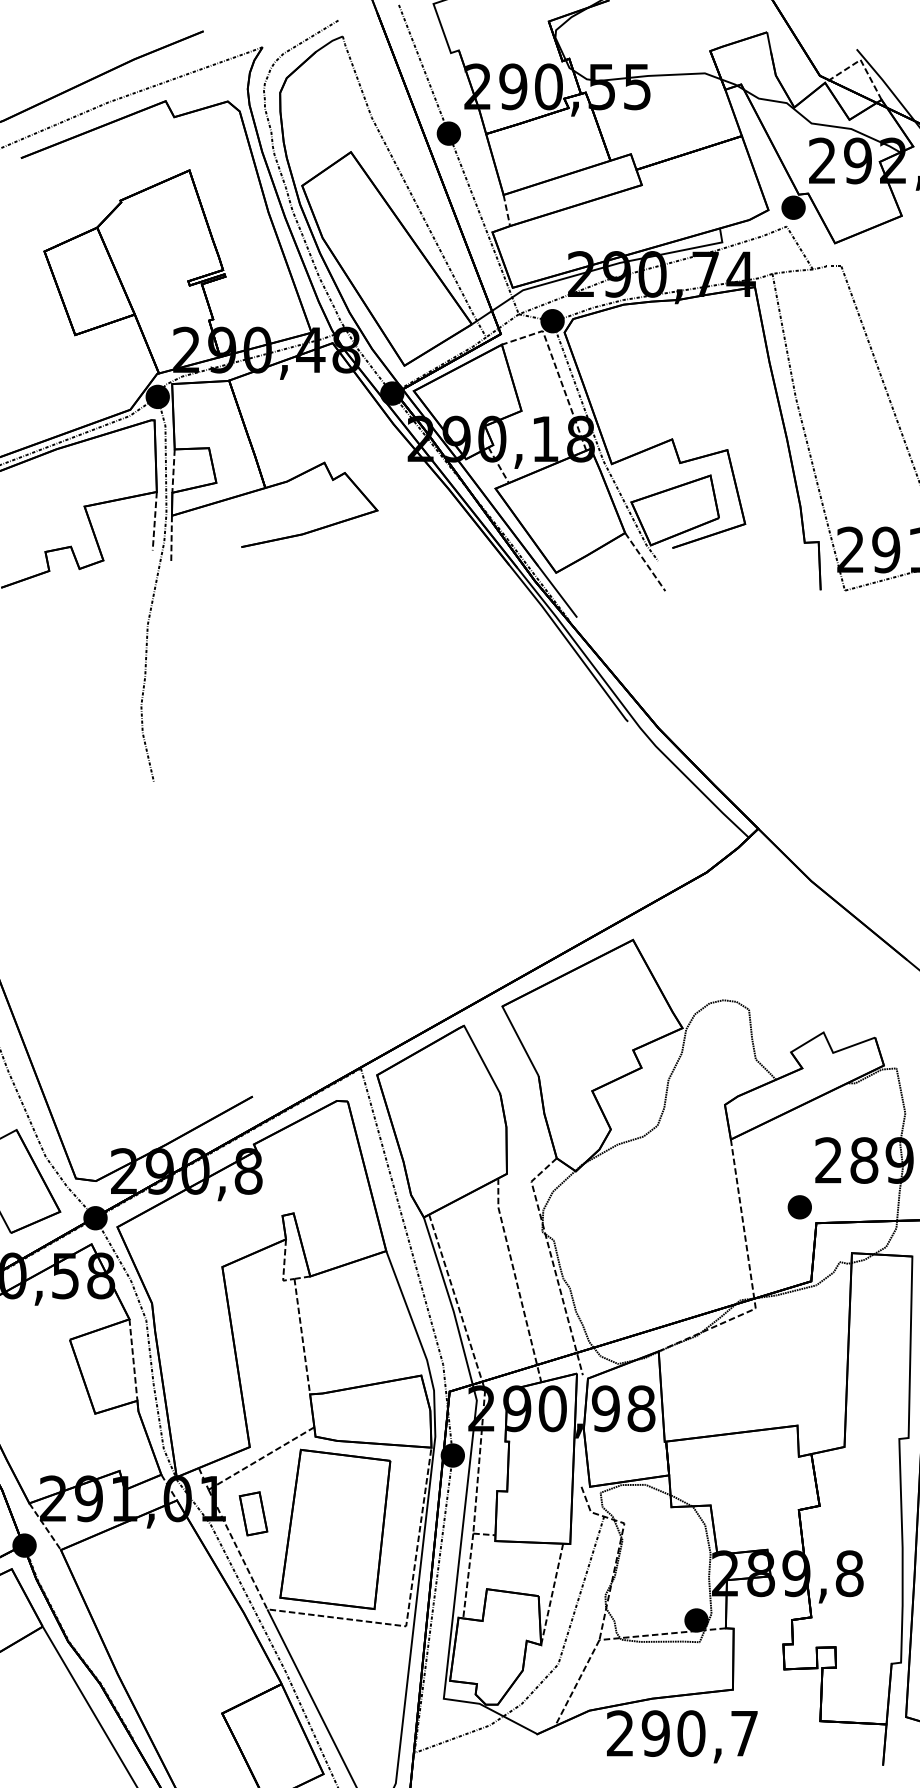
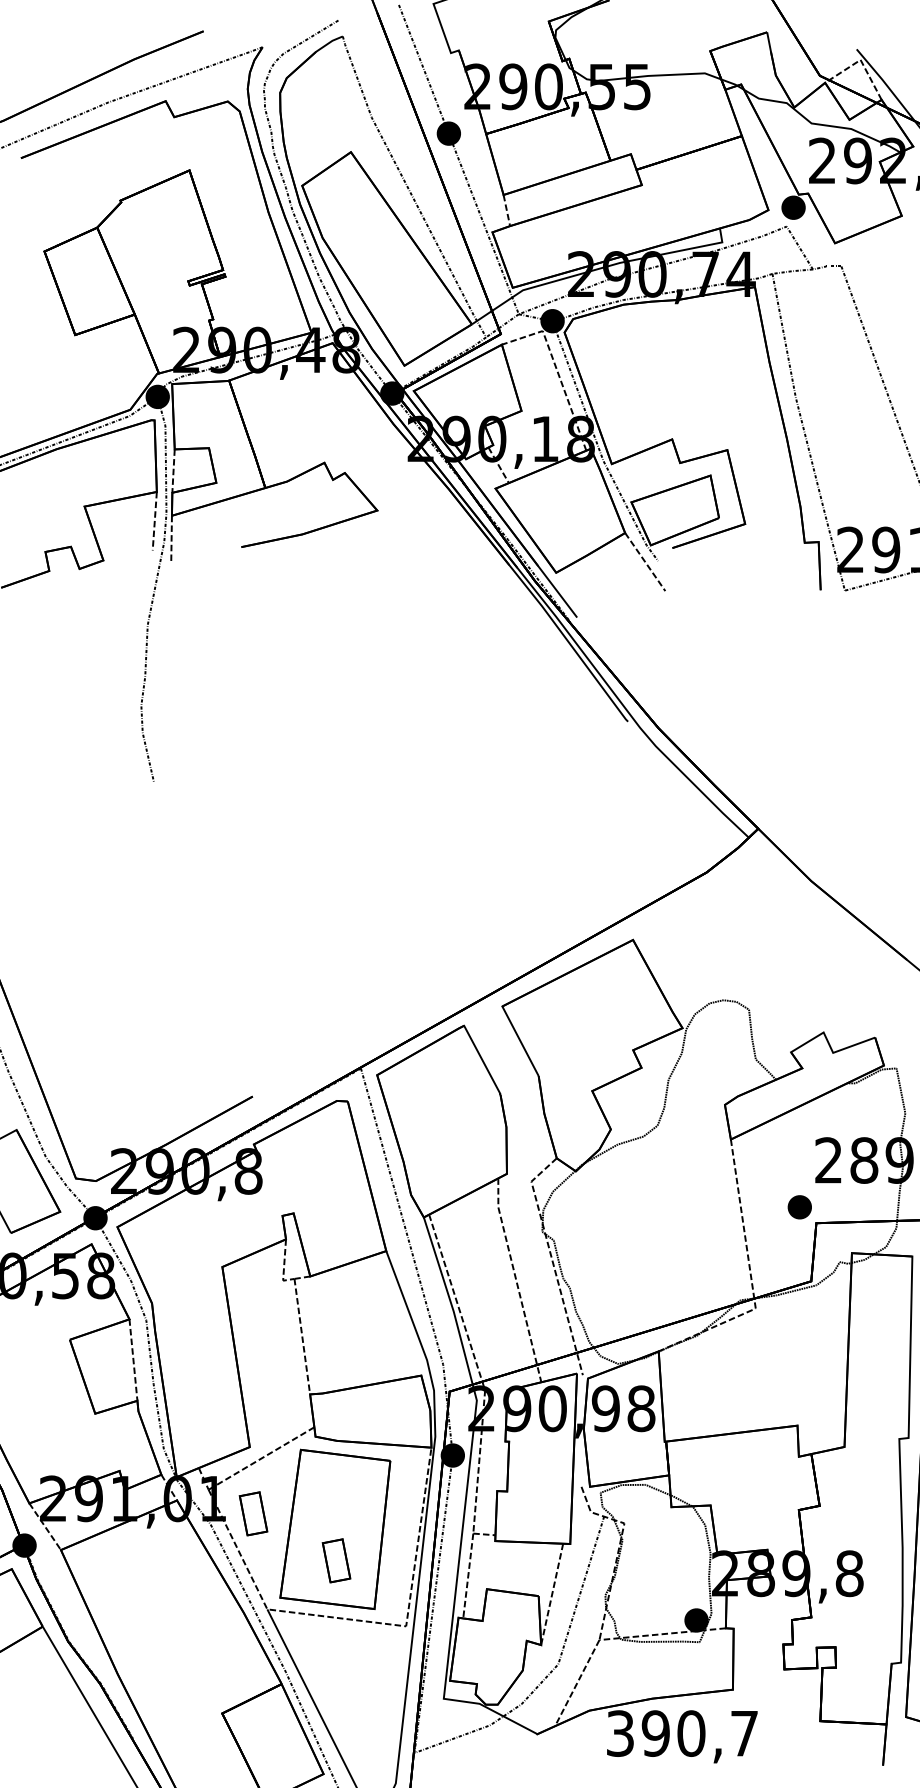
part at (336, 1560): none -> present
text at (620, 1733): 290,7 -> 390,7
